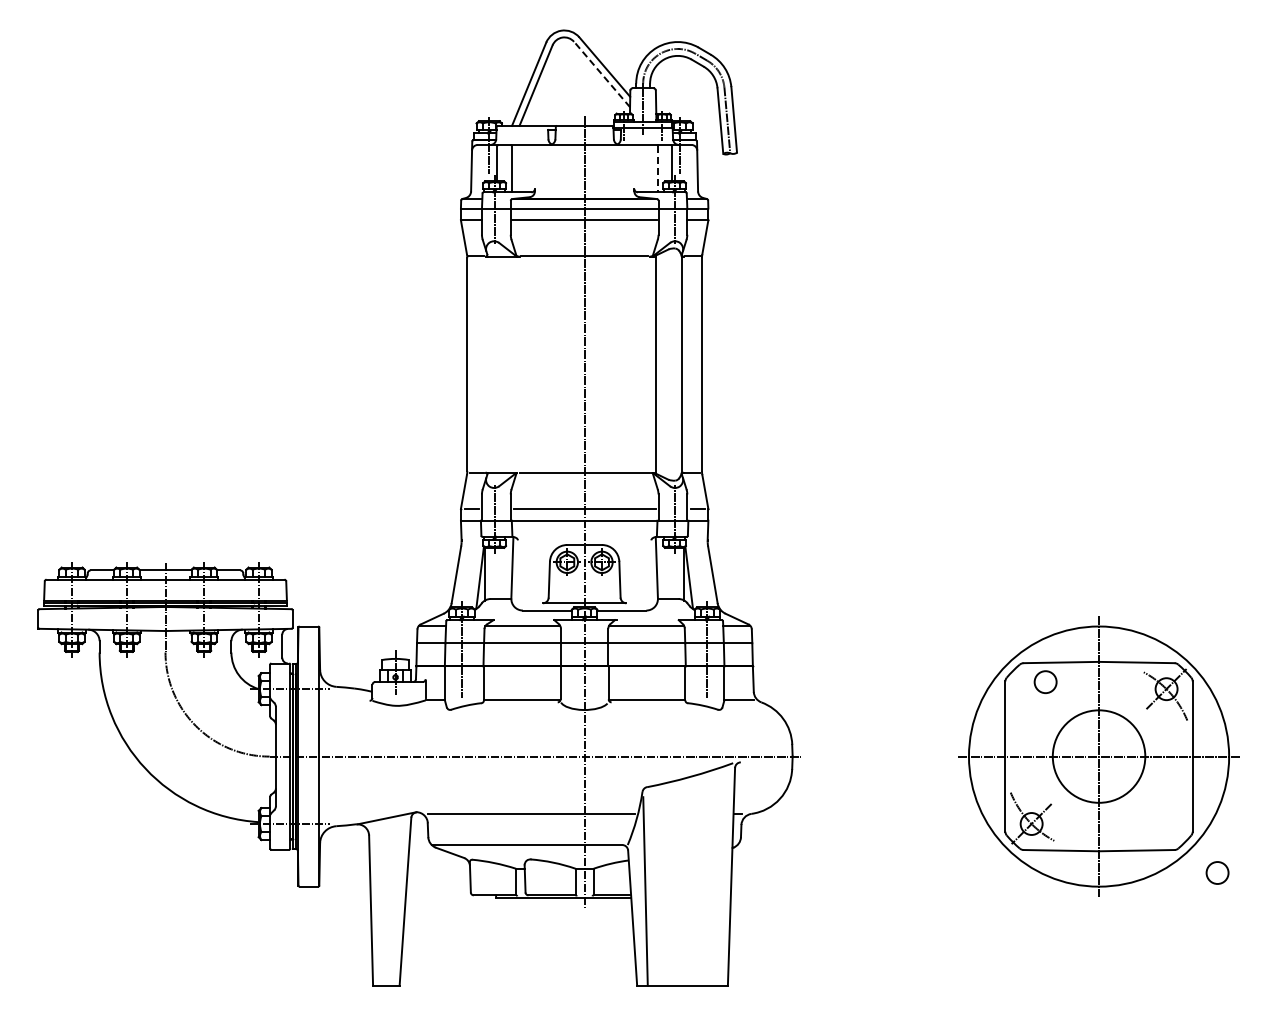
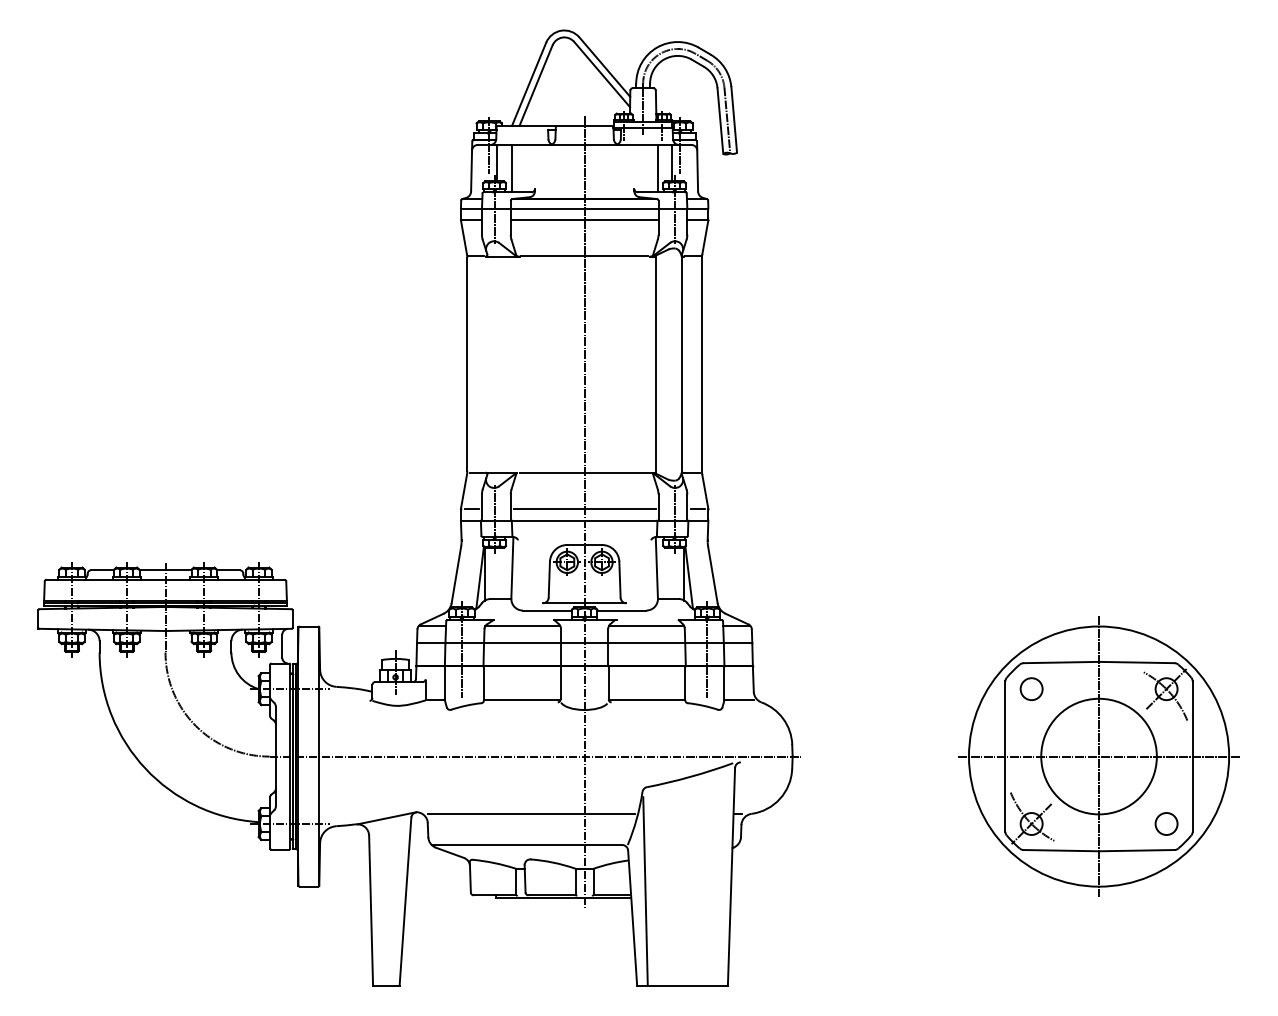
line at (601, 74): dashed -> solid
line at (657, 169): dashed -> solid
circle at (1045, 682) position: (1045, 682) -> (1031, 689)
circle at (1098, 756) diameter: 92 px -> 116 px
circle at (1217, 872) position: (1217, 872) -> (1166, 823)
